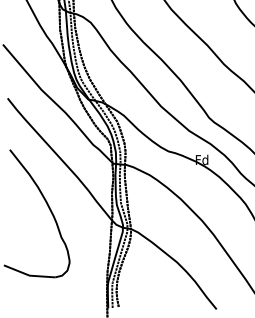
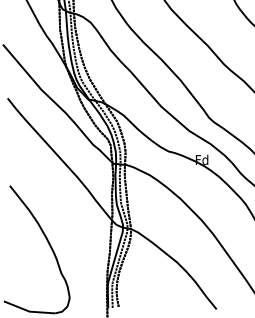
part at (48, 208) position: (48, 208) -> (48, 244)
